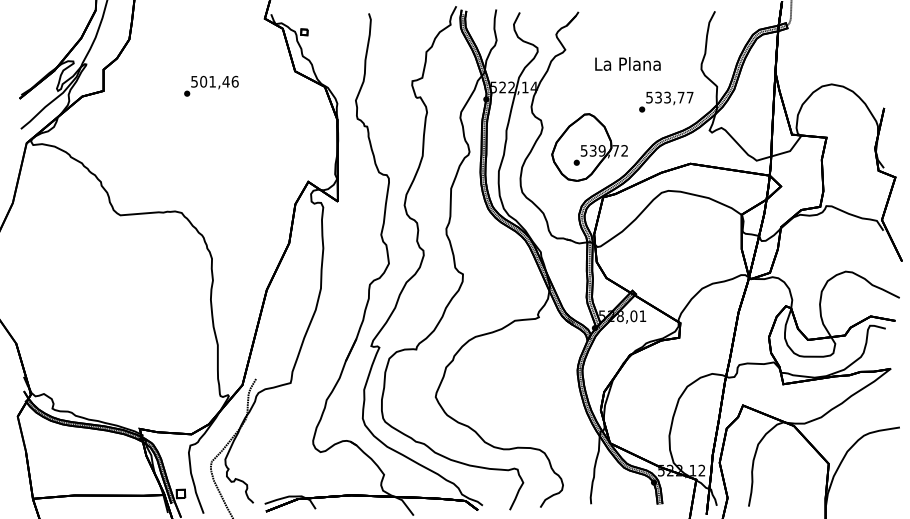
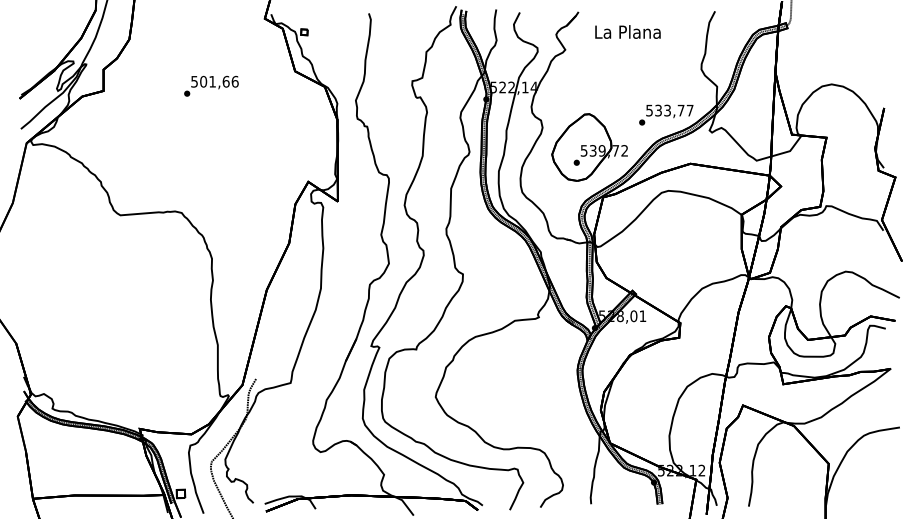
text at (627, 63) position: (627, 63) -> (627, 31)
text at (225, 81): 501,46 -> 501,66
text at (666, 101) position: (666, 101) -> (666, 114)
